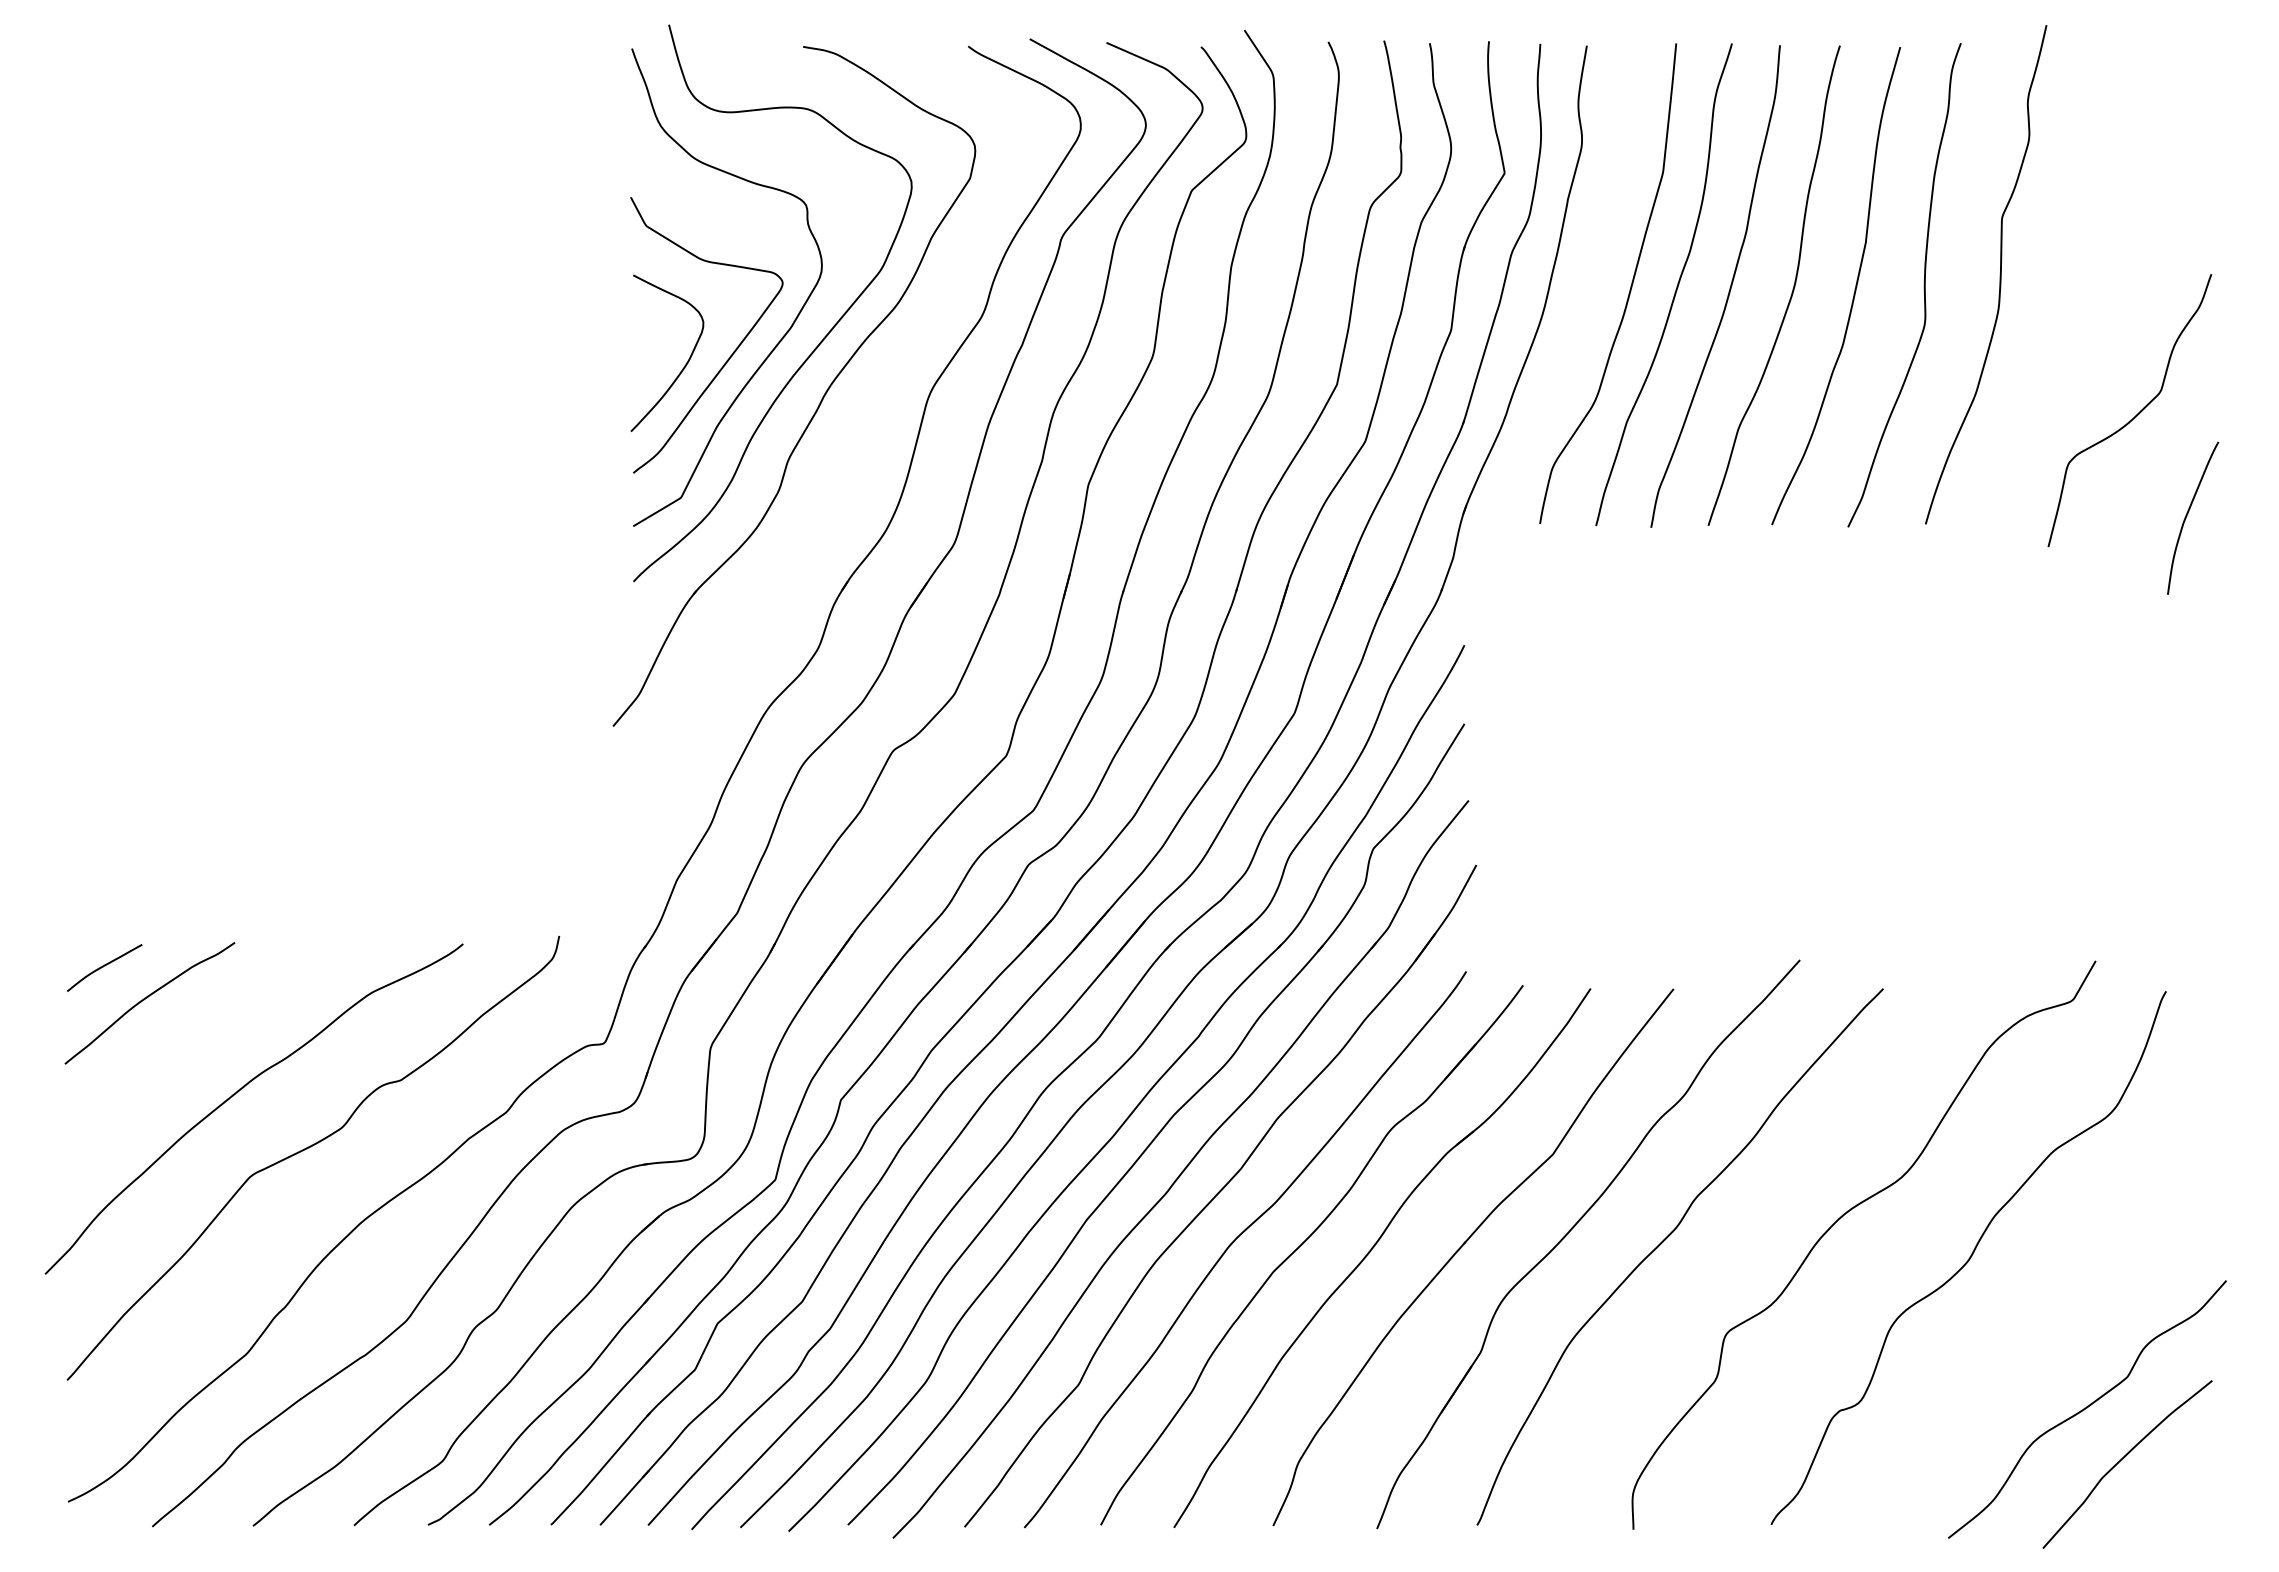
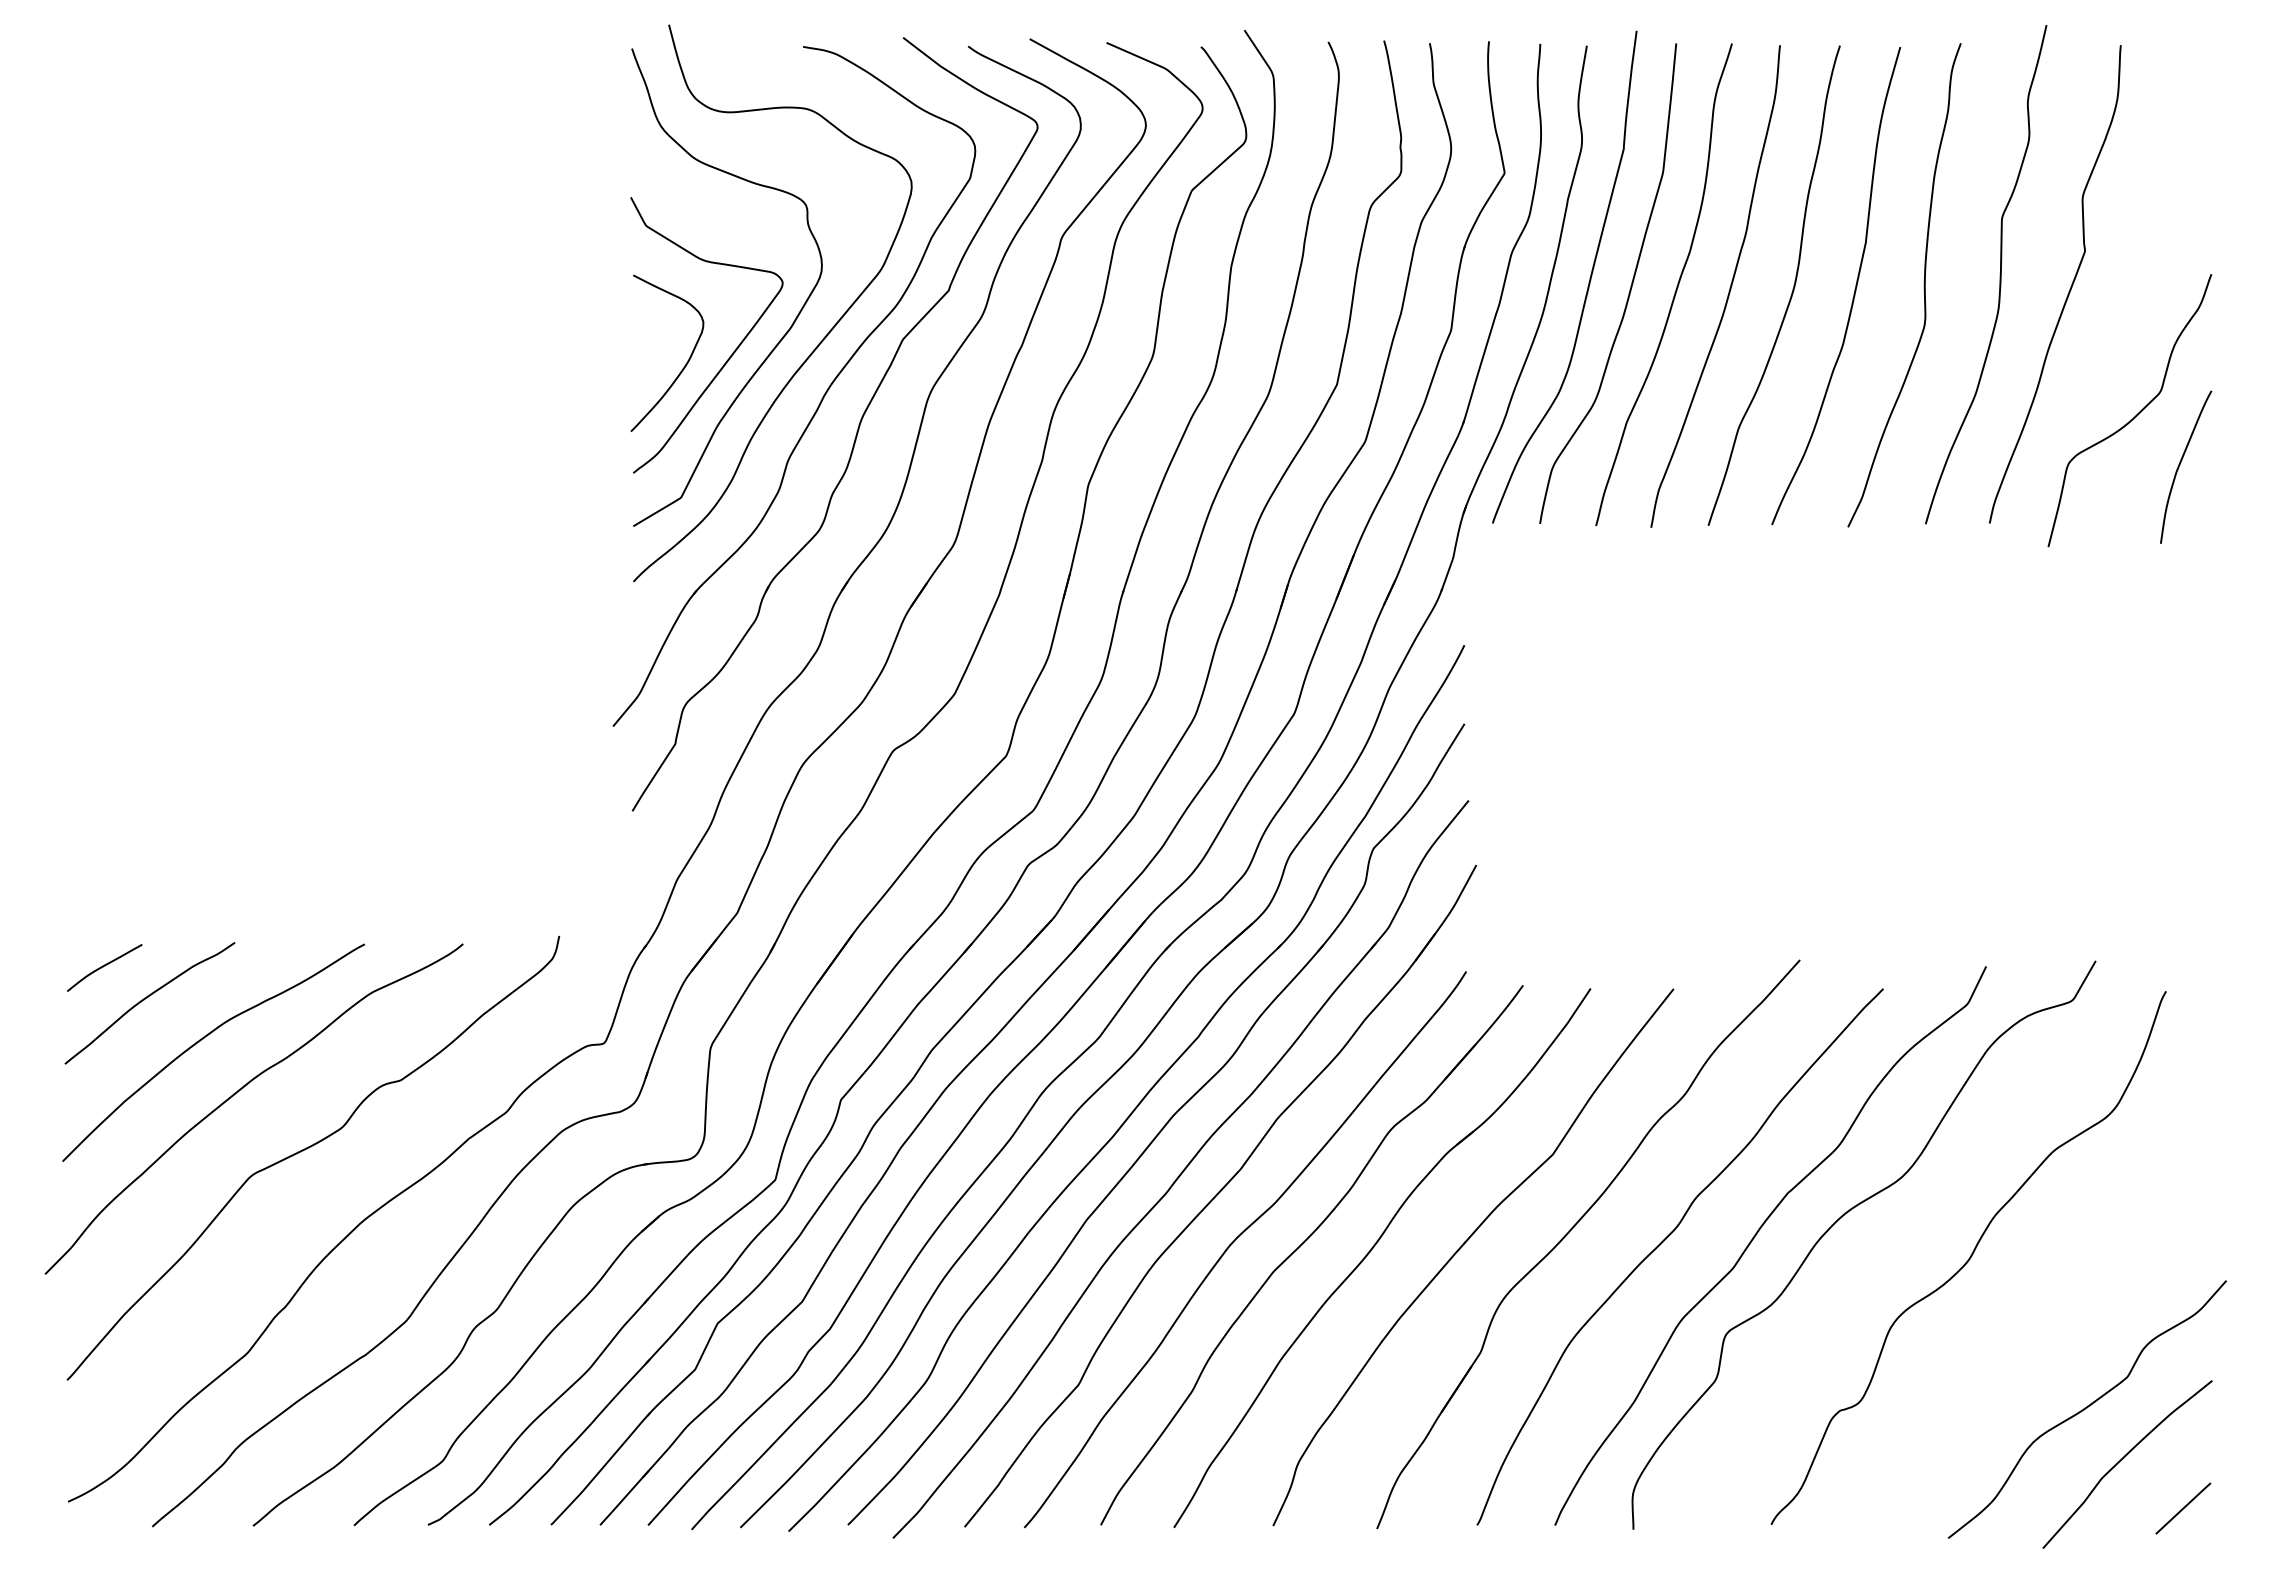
curve at (1588, 282): none -> present
curve at (2068, 291): none -> present
part at (856, 431): none -> present
curve at (2187, 516) position: (2187, 516) -> (2180, 465)
curve at (203, 1039): none -> present
curve at (1757, 1234): none -> present
line at (2183, 1508): none -> present
